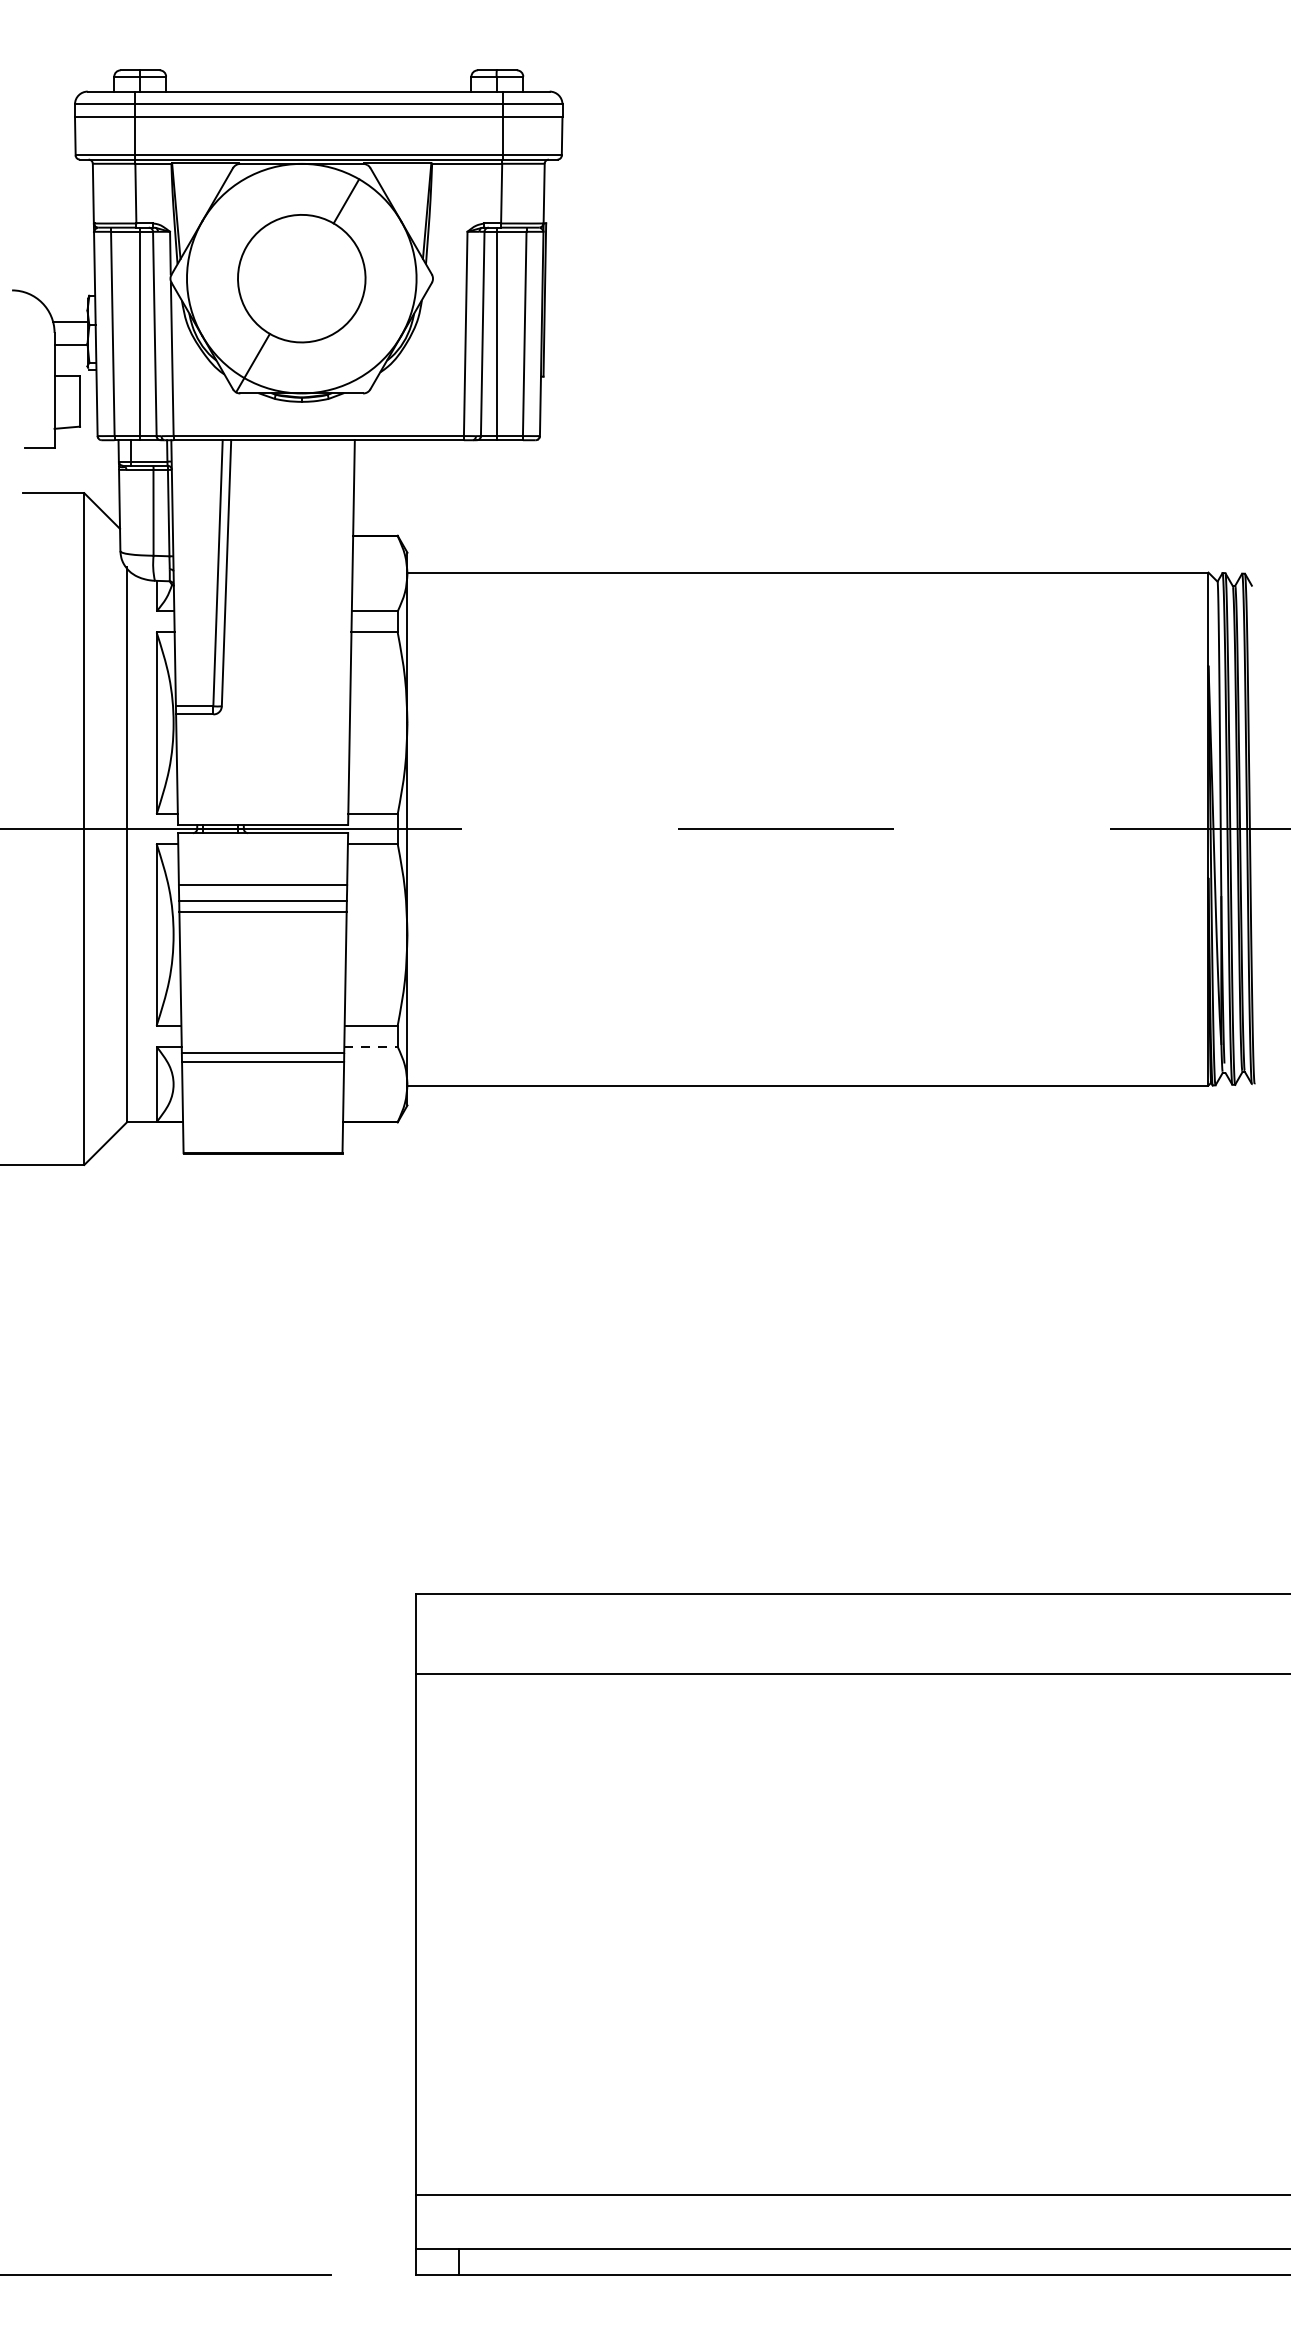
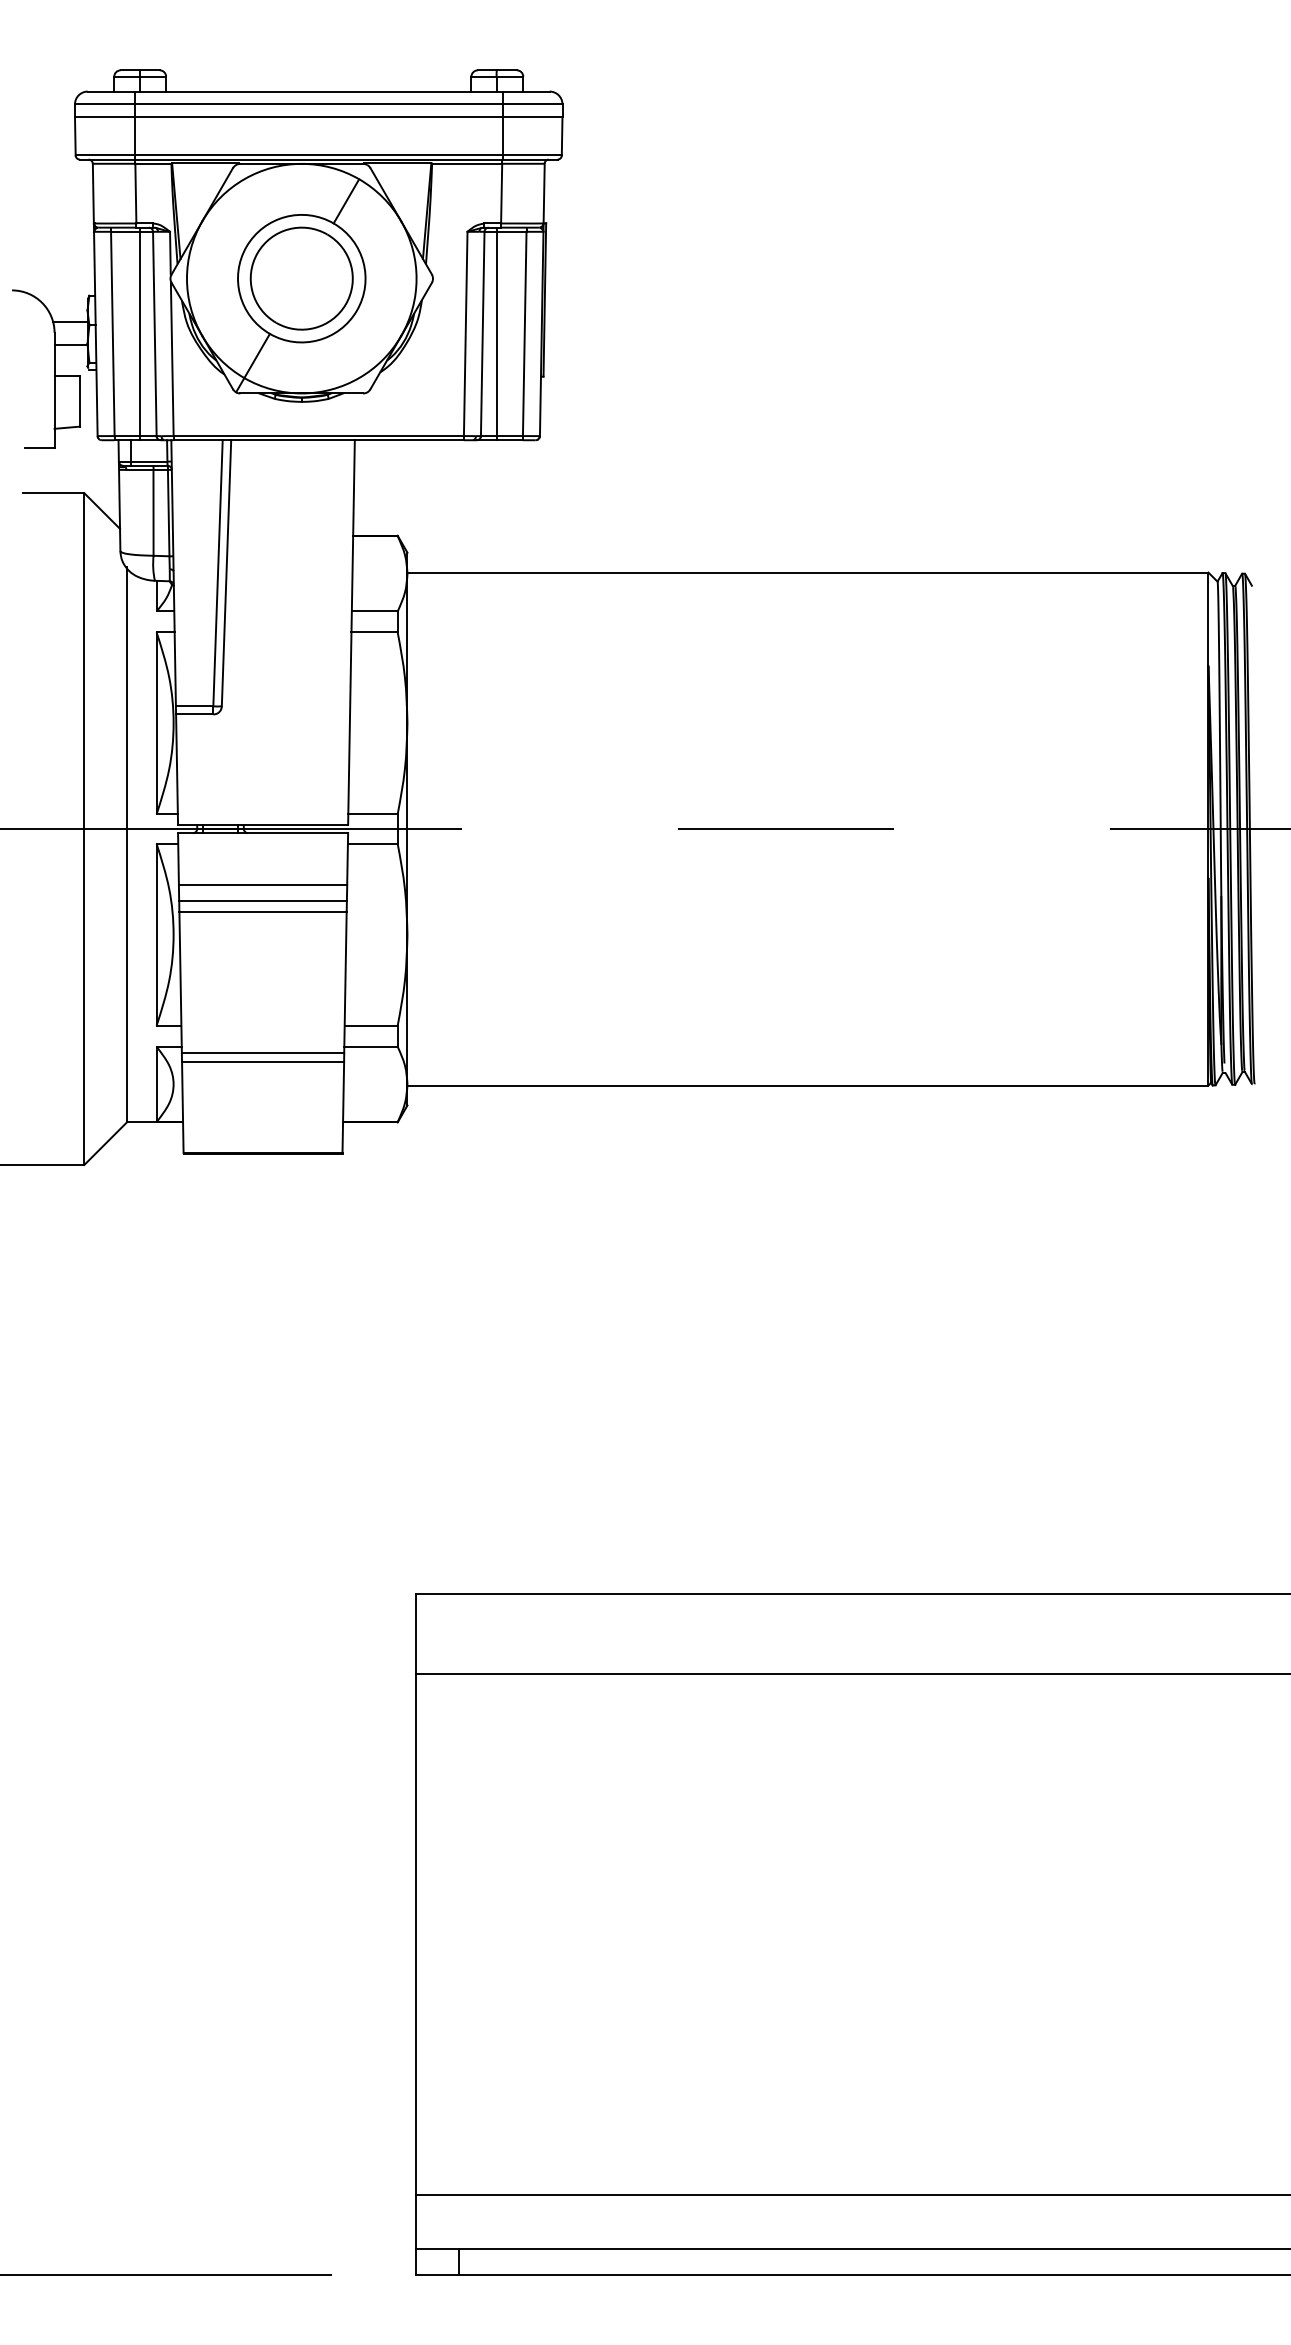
part at (301, 278): none -> present
line at (371, 1046): dashed -> solid
